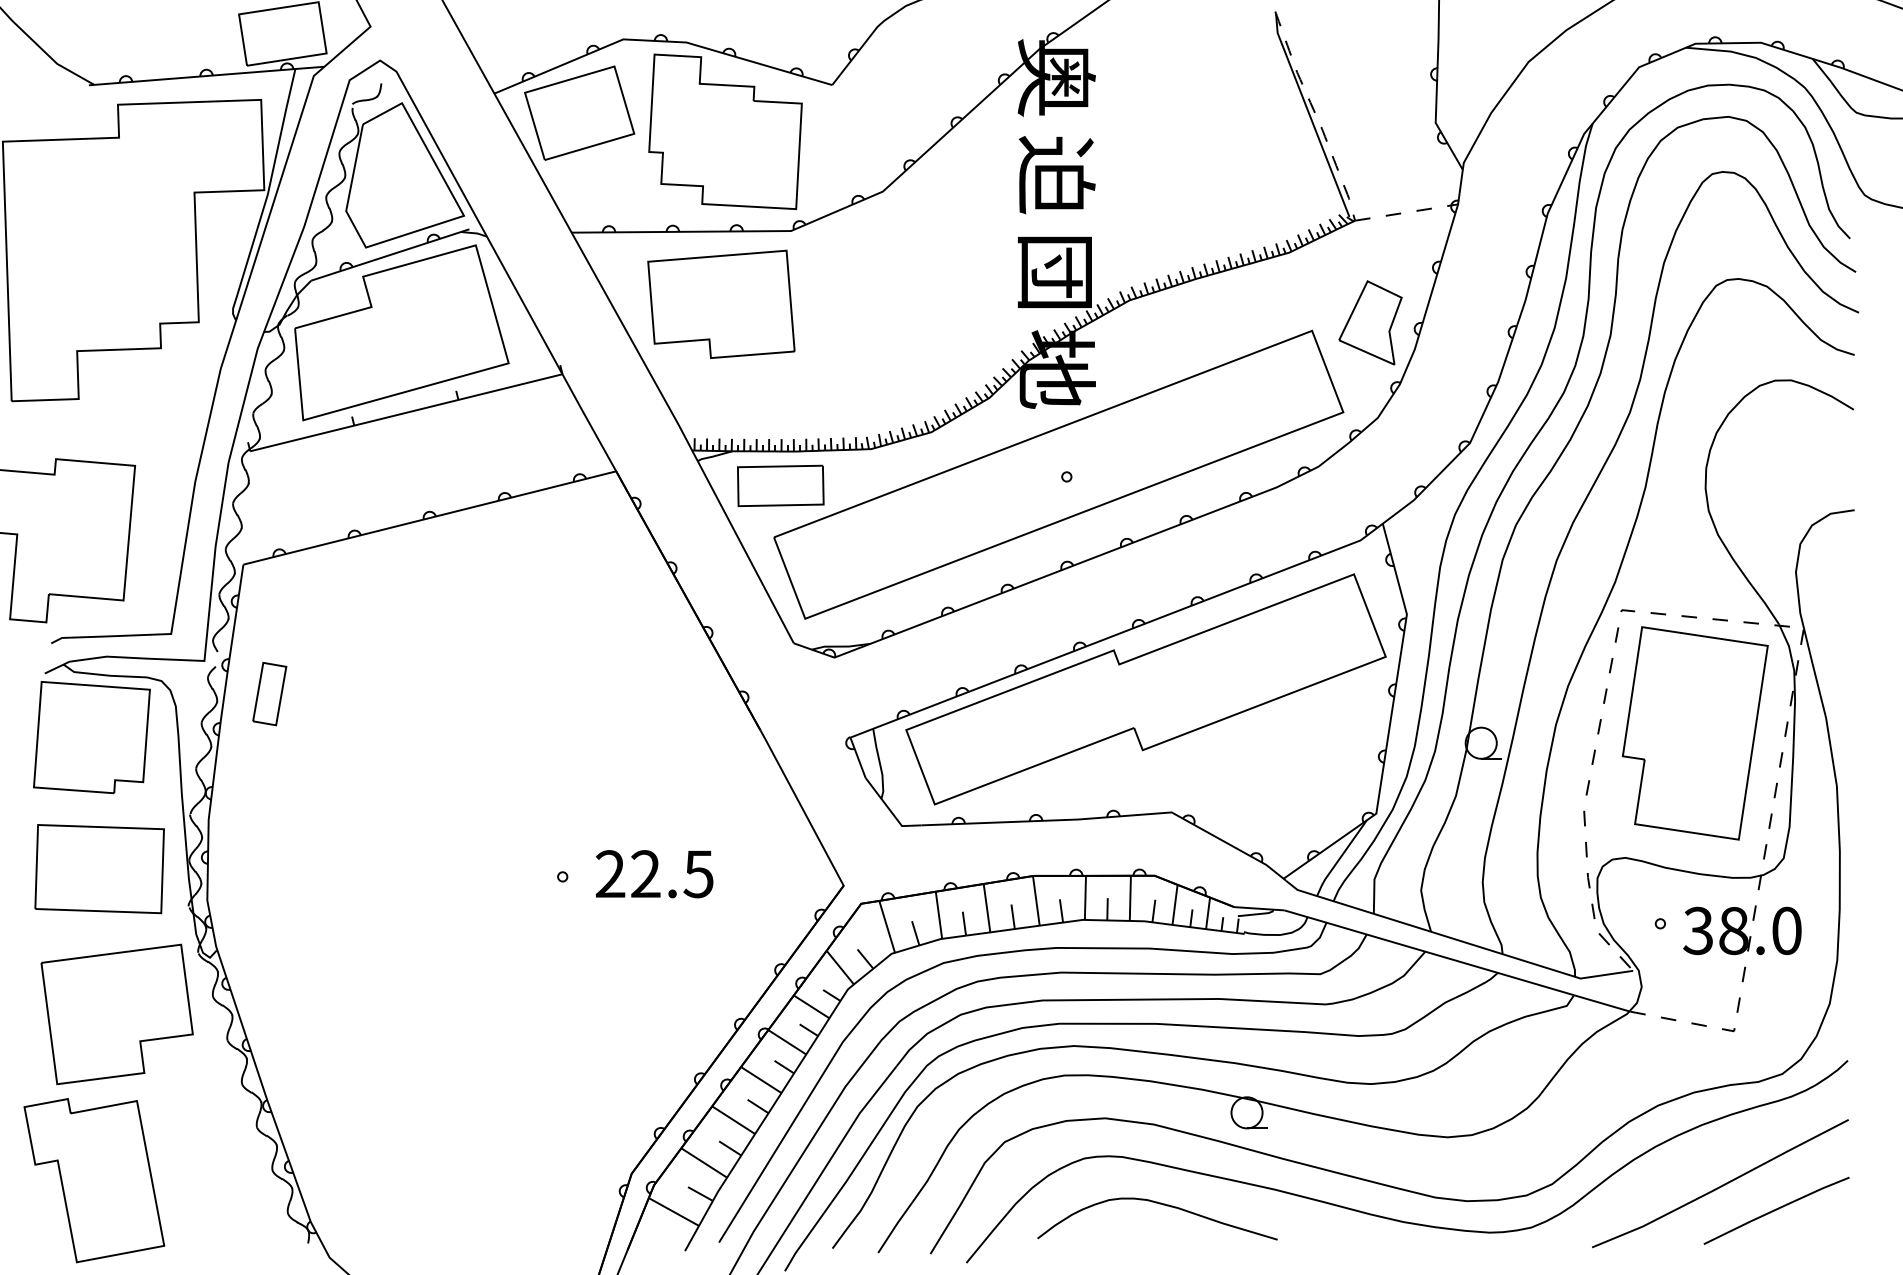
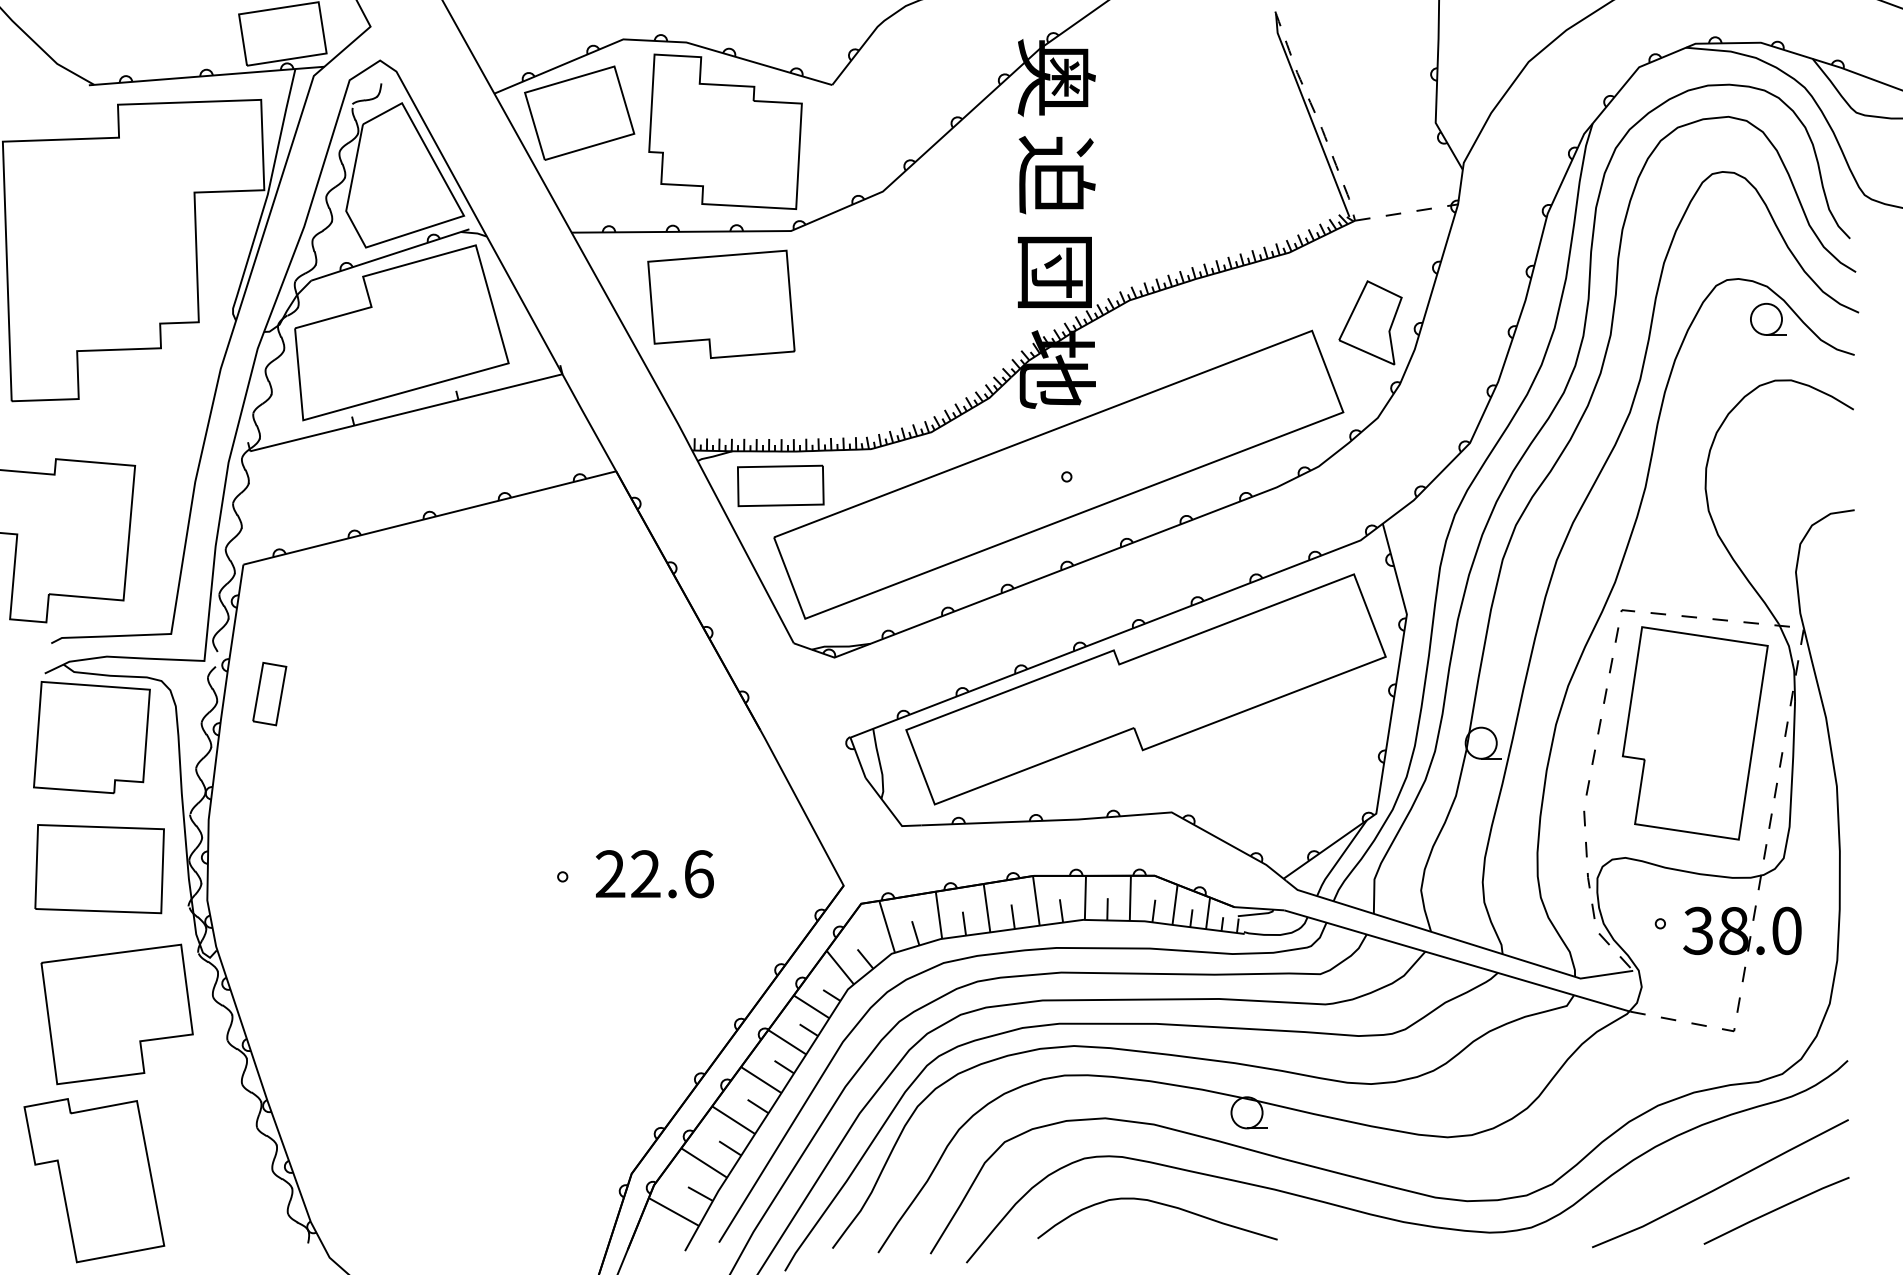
part at (1768, 319): none -> present
text at (698, 874): 22.5 -> 22.6
